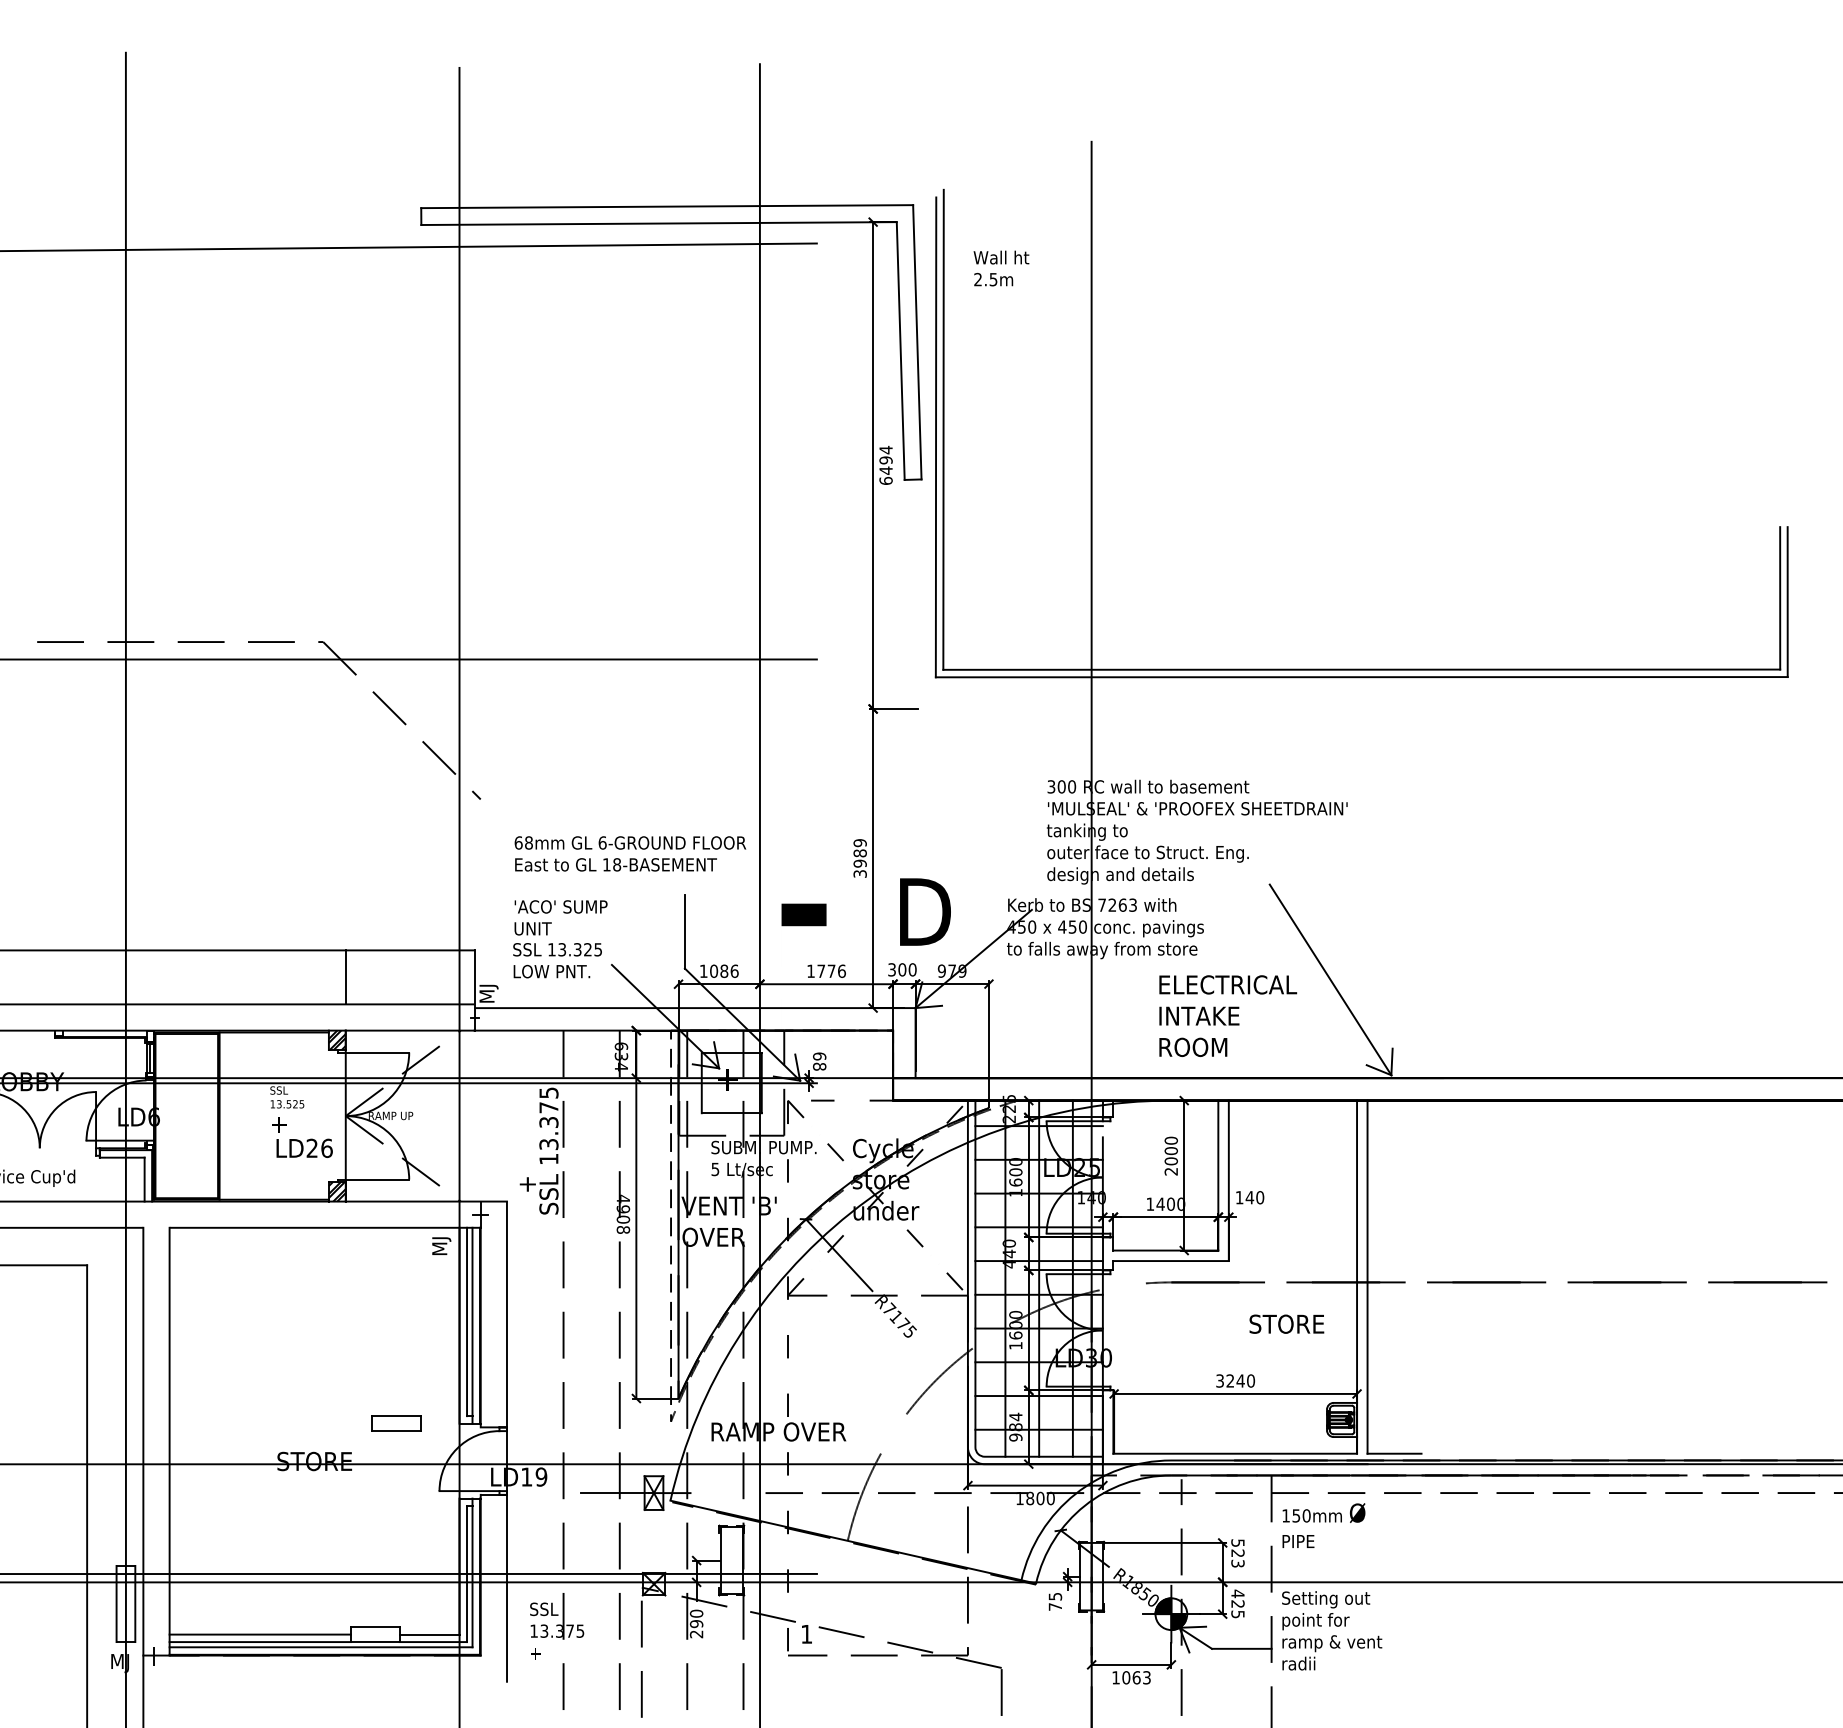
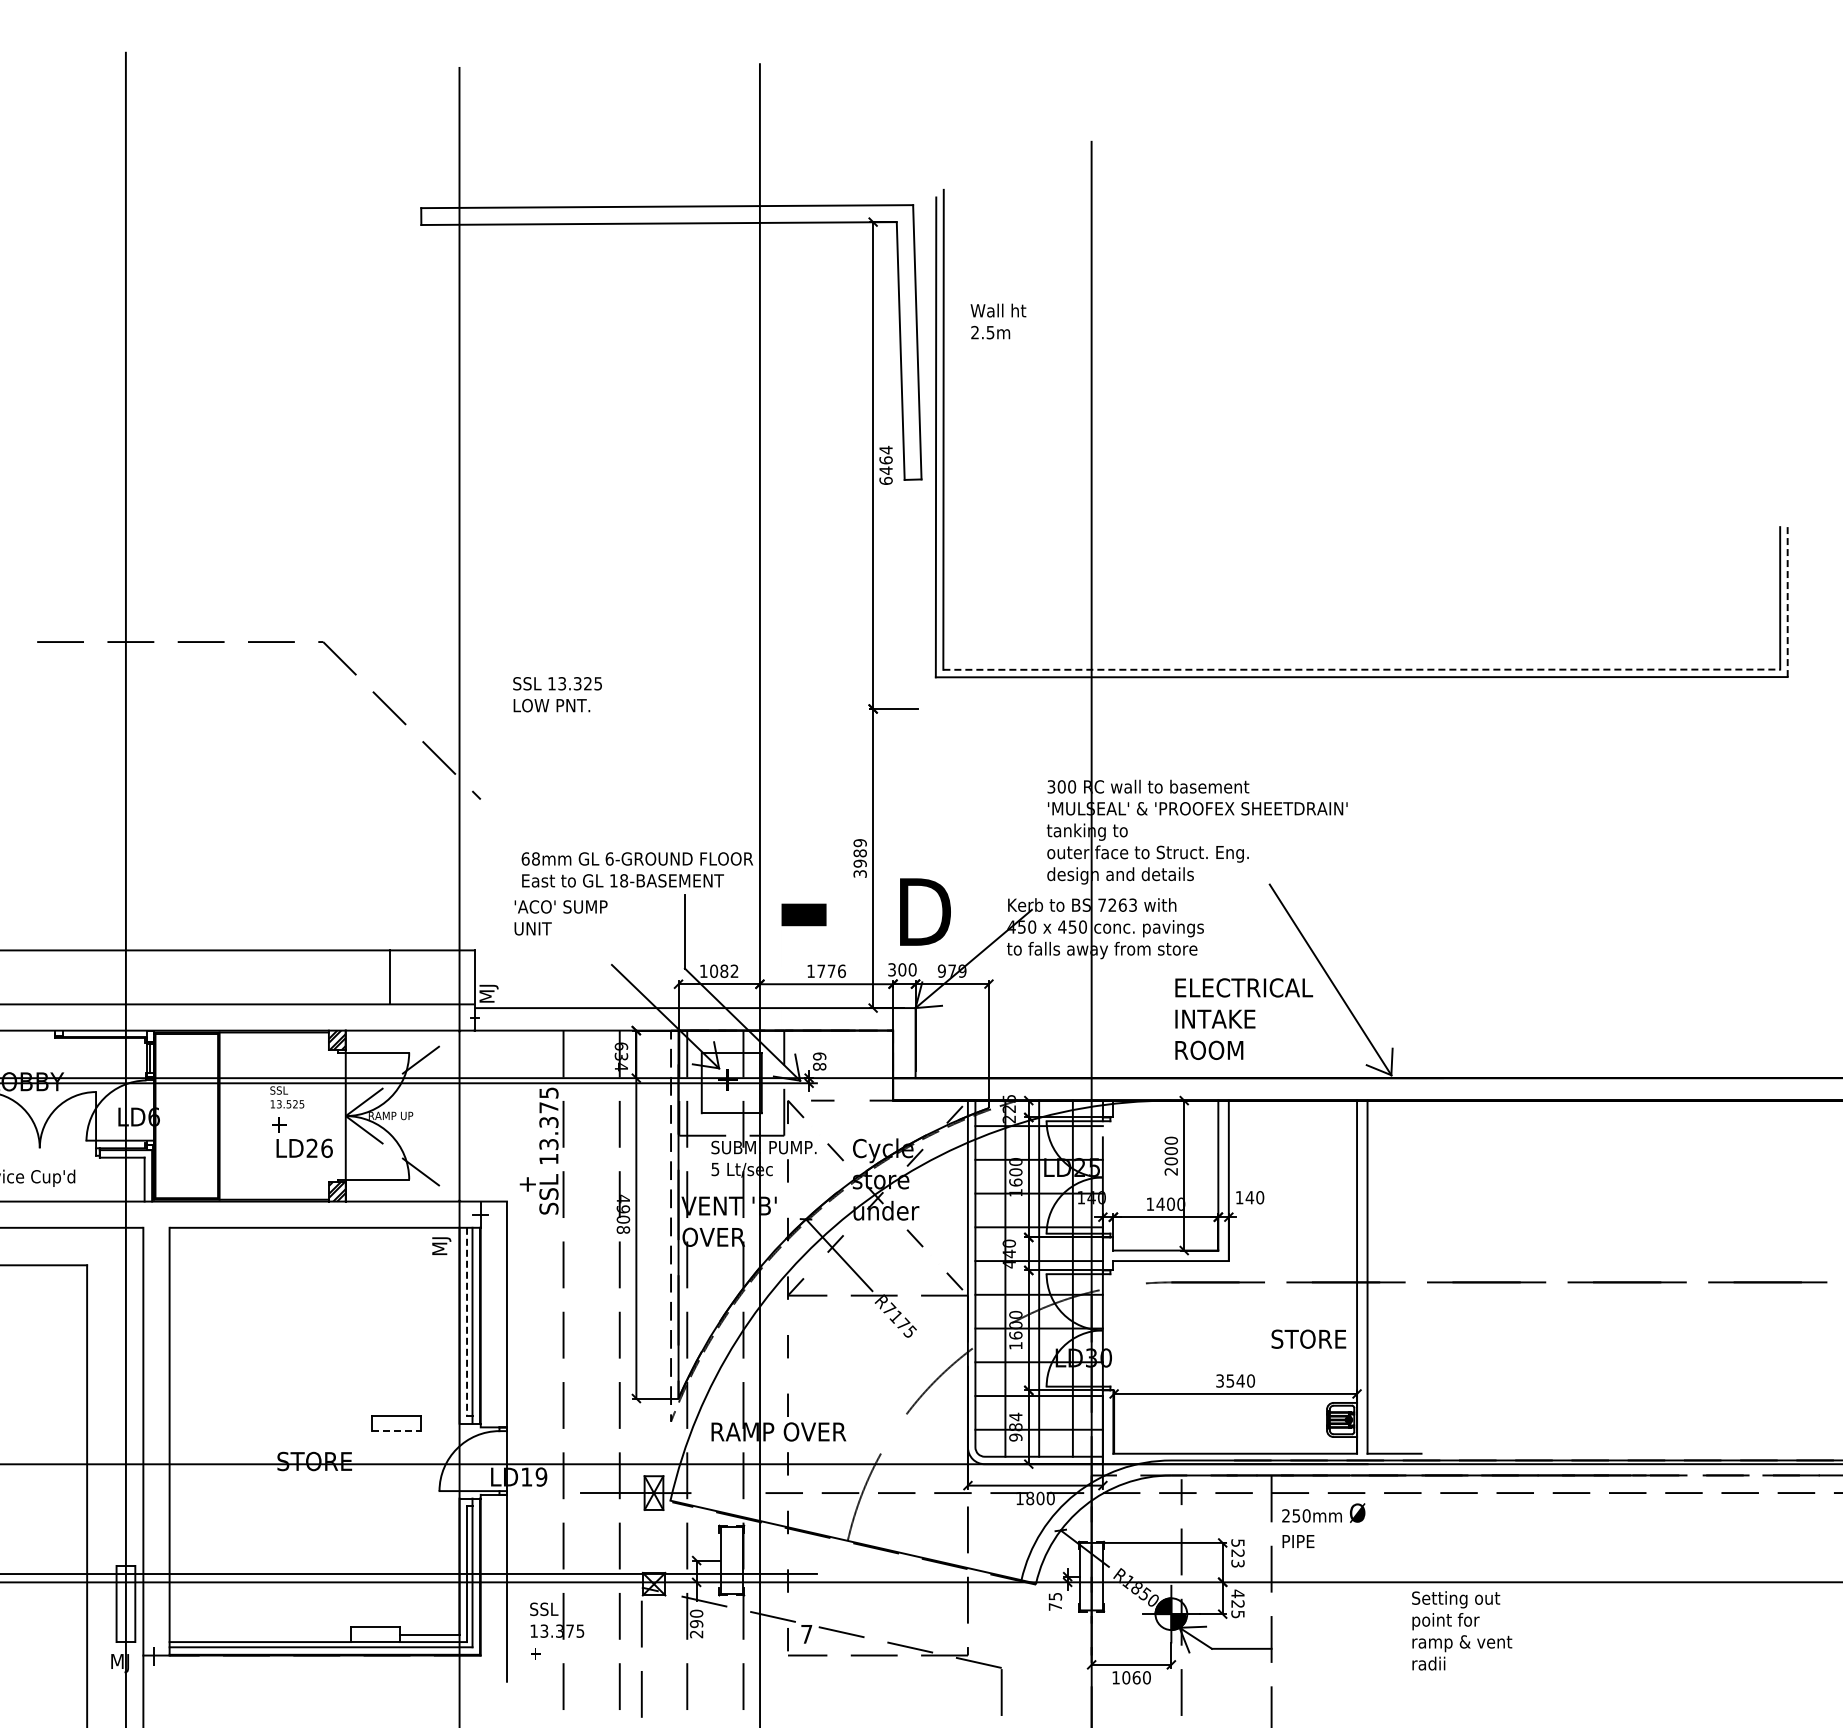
line at (409, 247): present -> none
text at (1001, 268) position: (1001, 268) -> (998, 321)
text at (885, 460): 6494 -> 6464
line at (1787, 602): solid -> dashed
line at (409, 659): present -> none
line at (1362, 669): solid -> dashed
text at (630, 853) position: (630, 853) -> (637, 869)
text at (557, 960) position: (557, 960) -> (557, 694)
text at (734, 970): 1086 -> 1082
line at (345, 977) position: (345, 977) -> (389, 977)
text at (1228, 1015) position: (1228, 1015) -> (1244, 1018)
line at (467, 1322): solid -> dashed
text at (1286, 1323) position: (1286, 1323) -> (1308, 1338)
text at (1230, 1380): 3240 -> 3540
line at (397, 1431): solid -> dashed
text at (1285, 1515): 150mm -> 250mm
text at (1332, 1630) position: (1332, 1630) -> (1462, 1630)
line at (259, 1634): present -> none
text at (806, 1634): 1 -> 7
text at (1146, 1677): 1063 -> 1060
